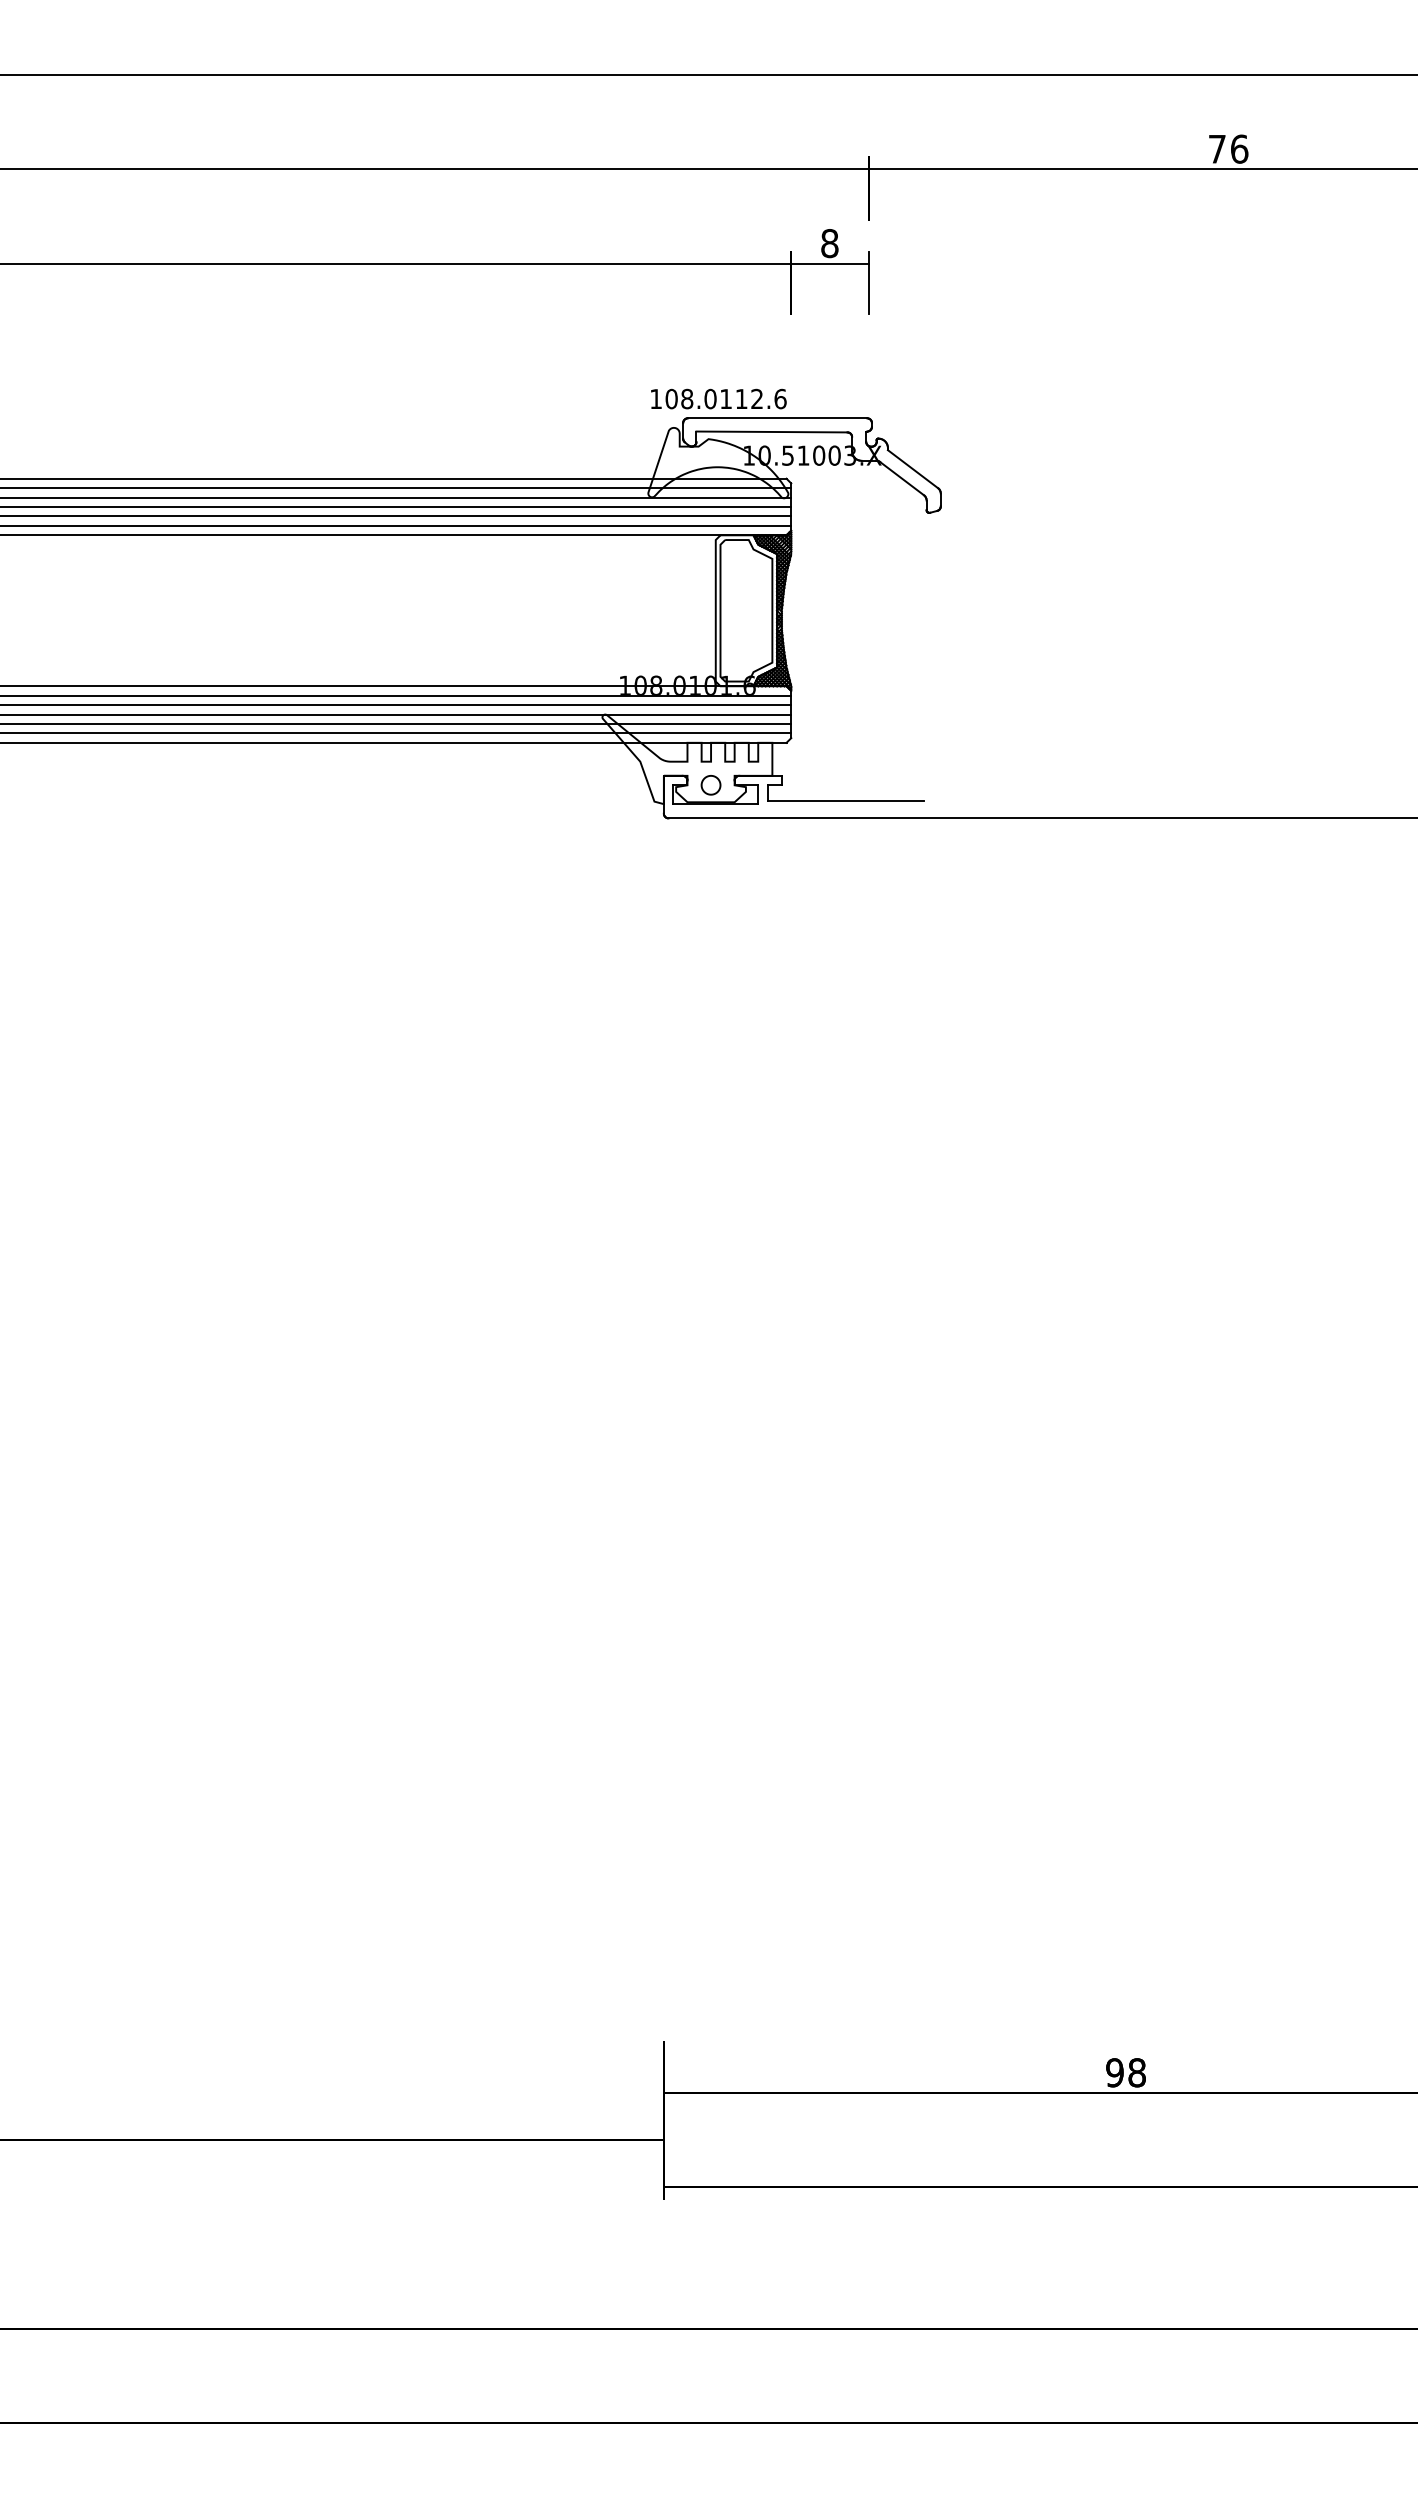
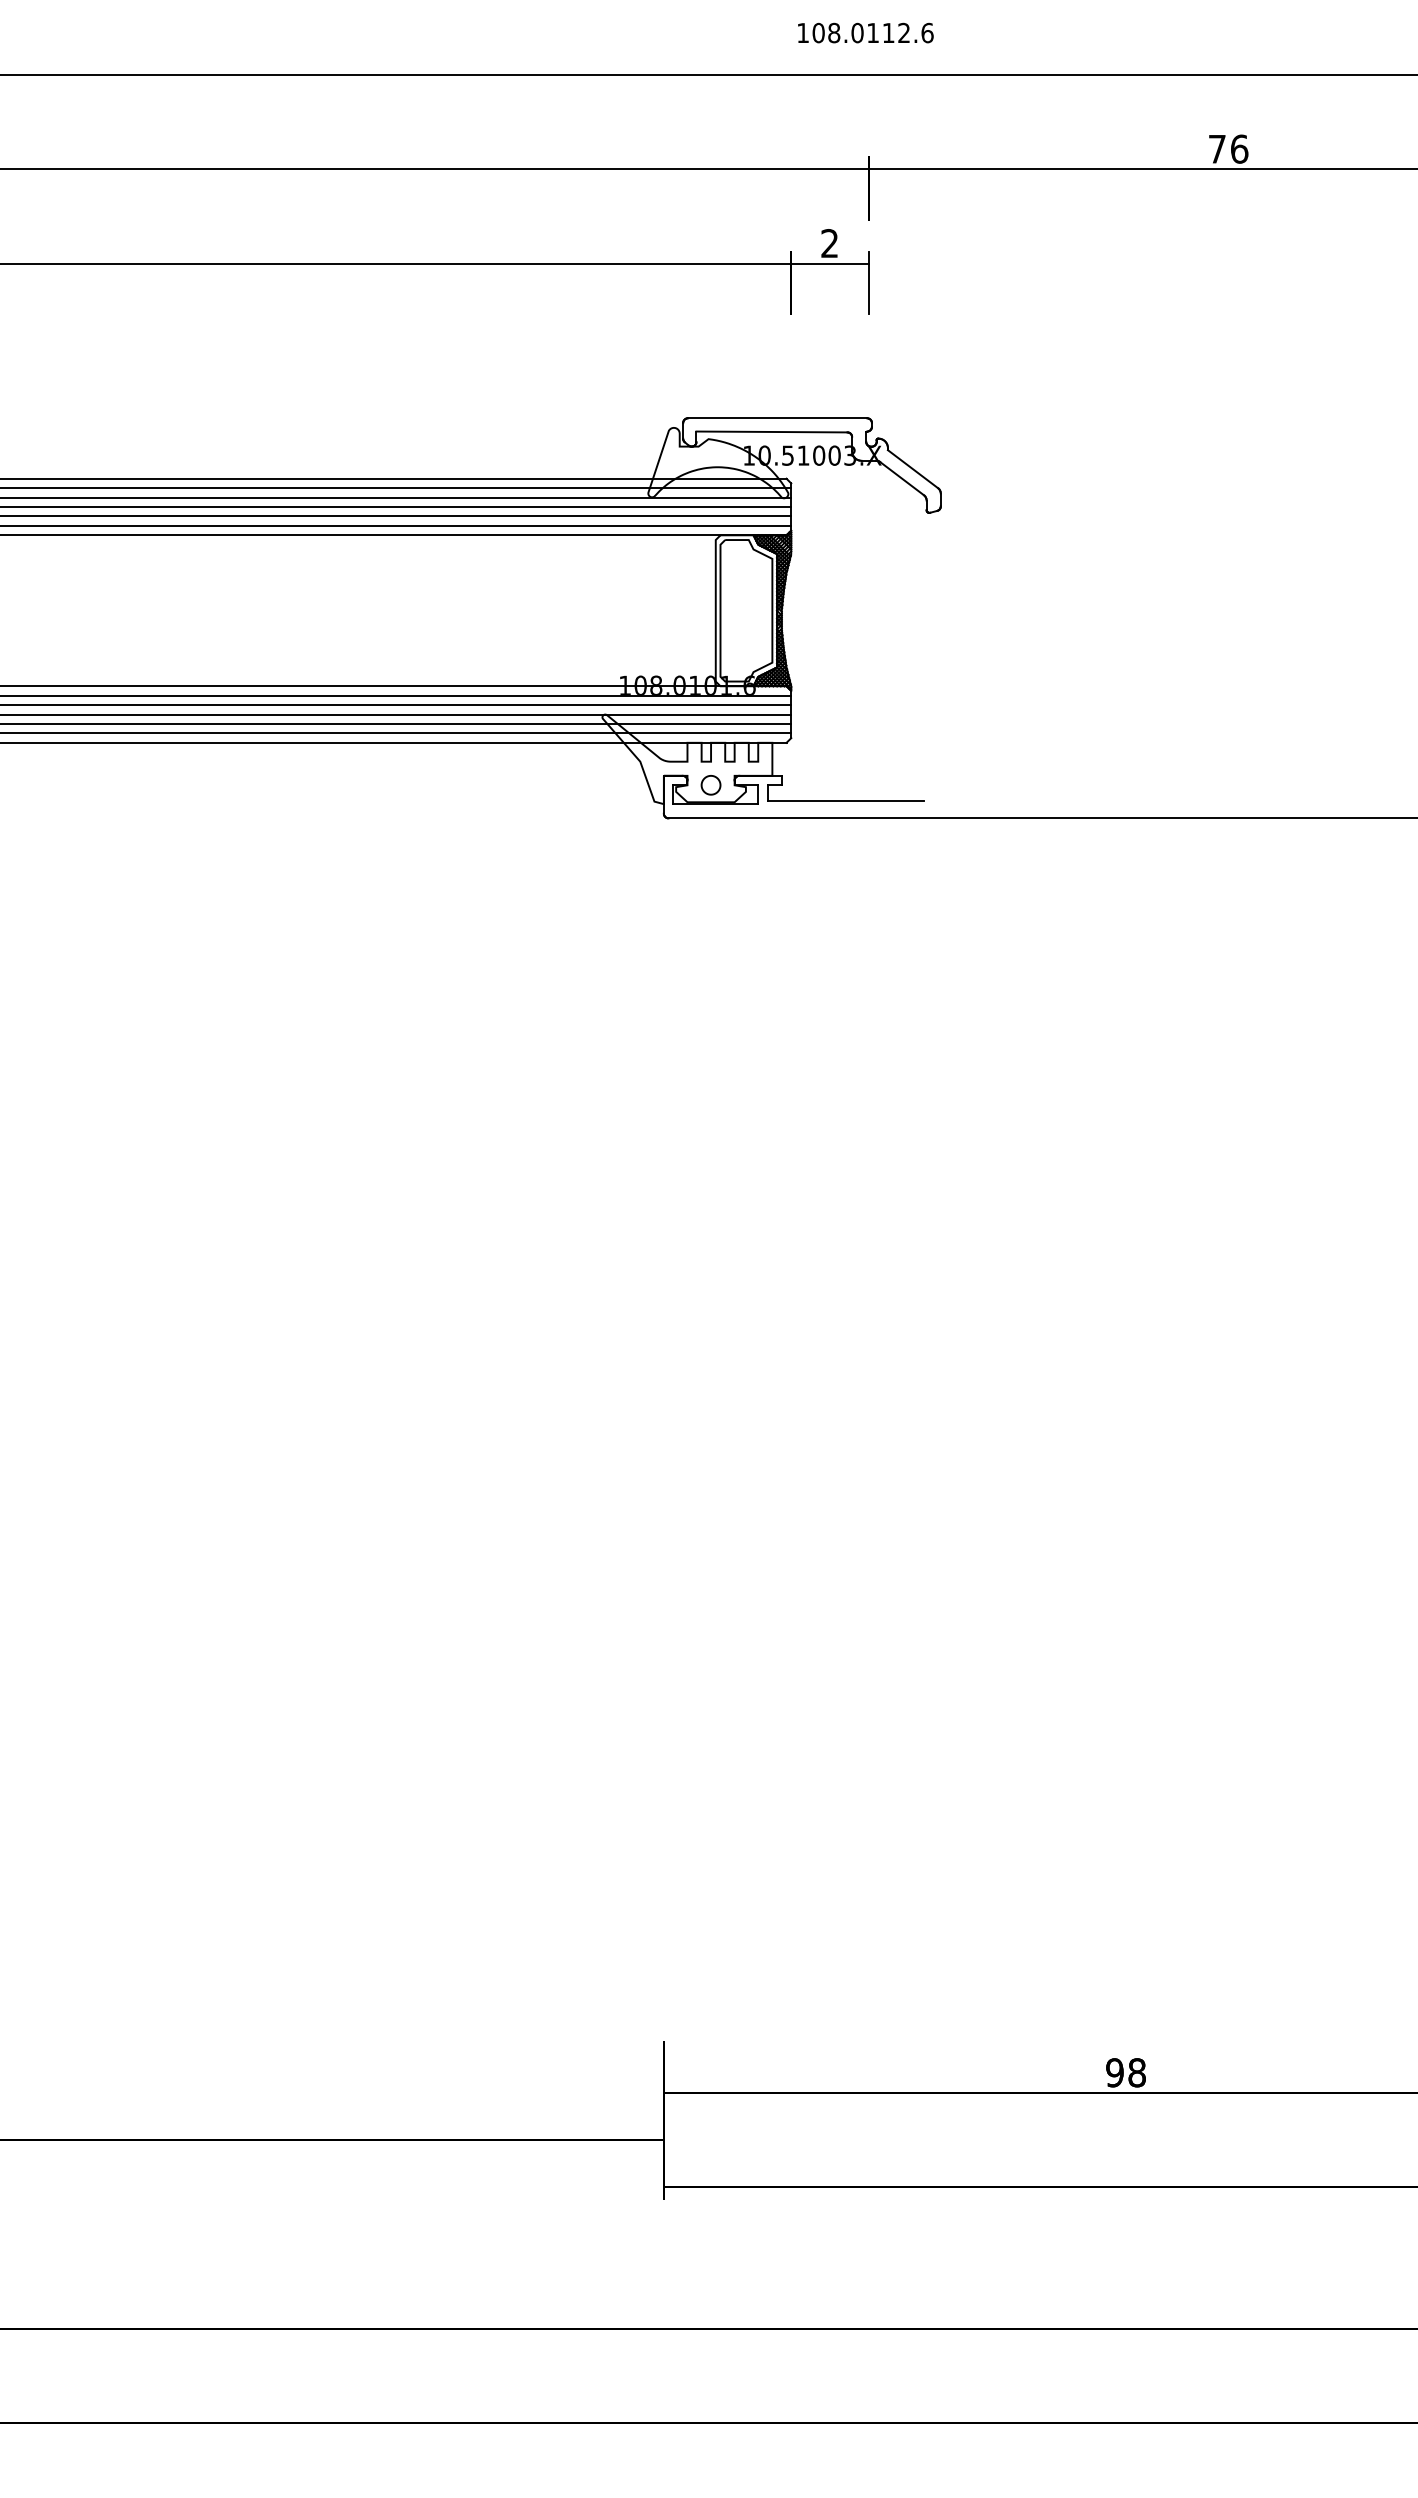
text at (829, 243): 8 -> 2
text at (718, 398) position: (718, 398) -> (865, 32)
